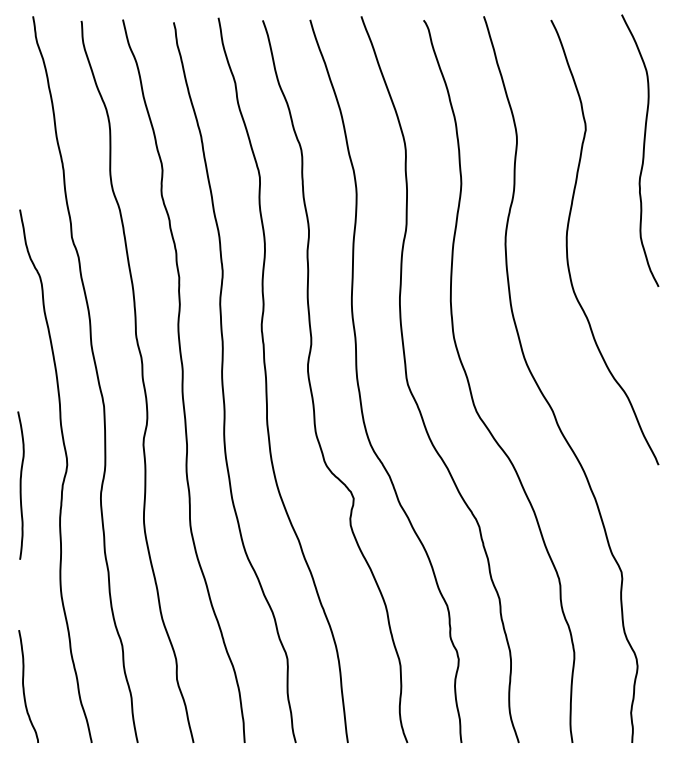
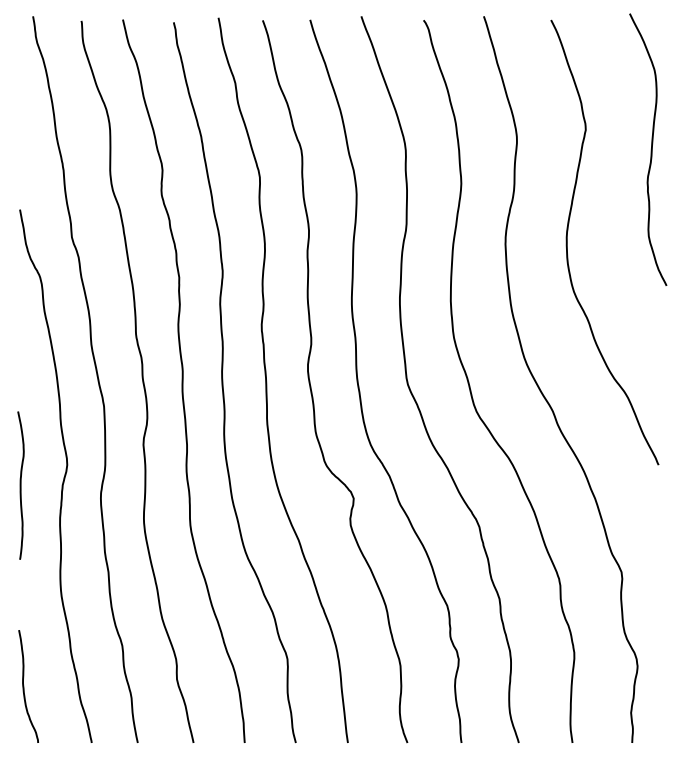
curve at (642, 150) position: (642, 150) -> (650, 149)
